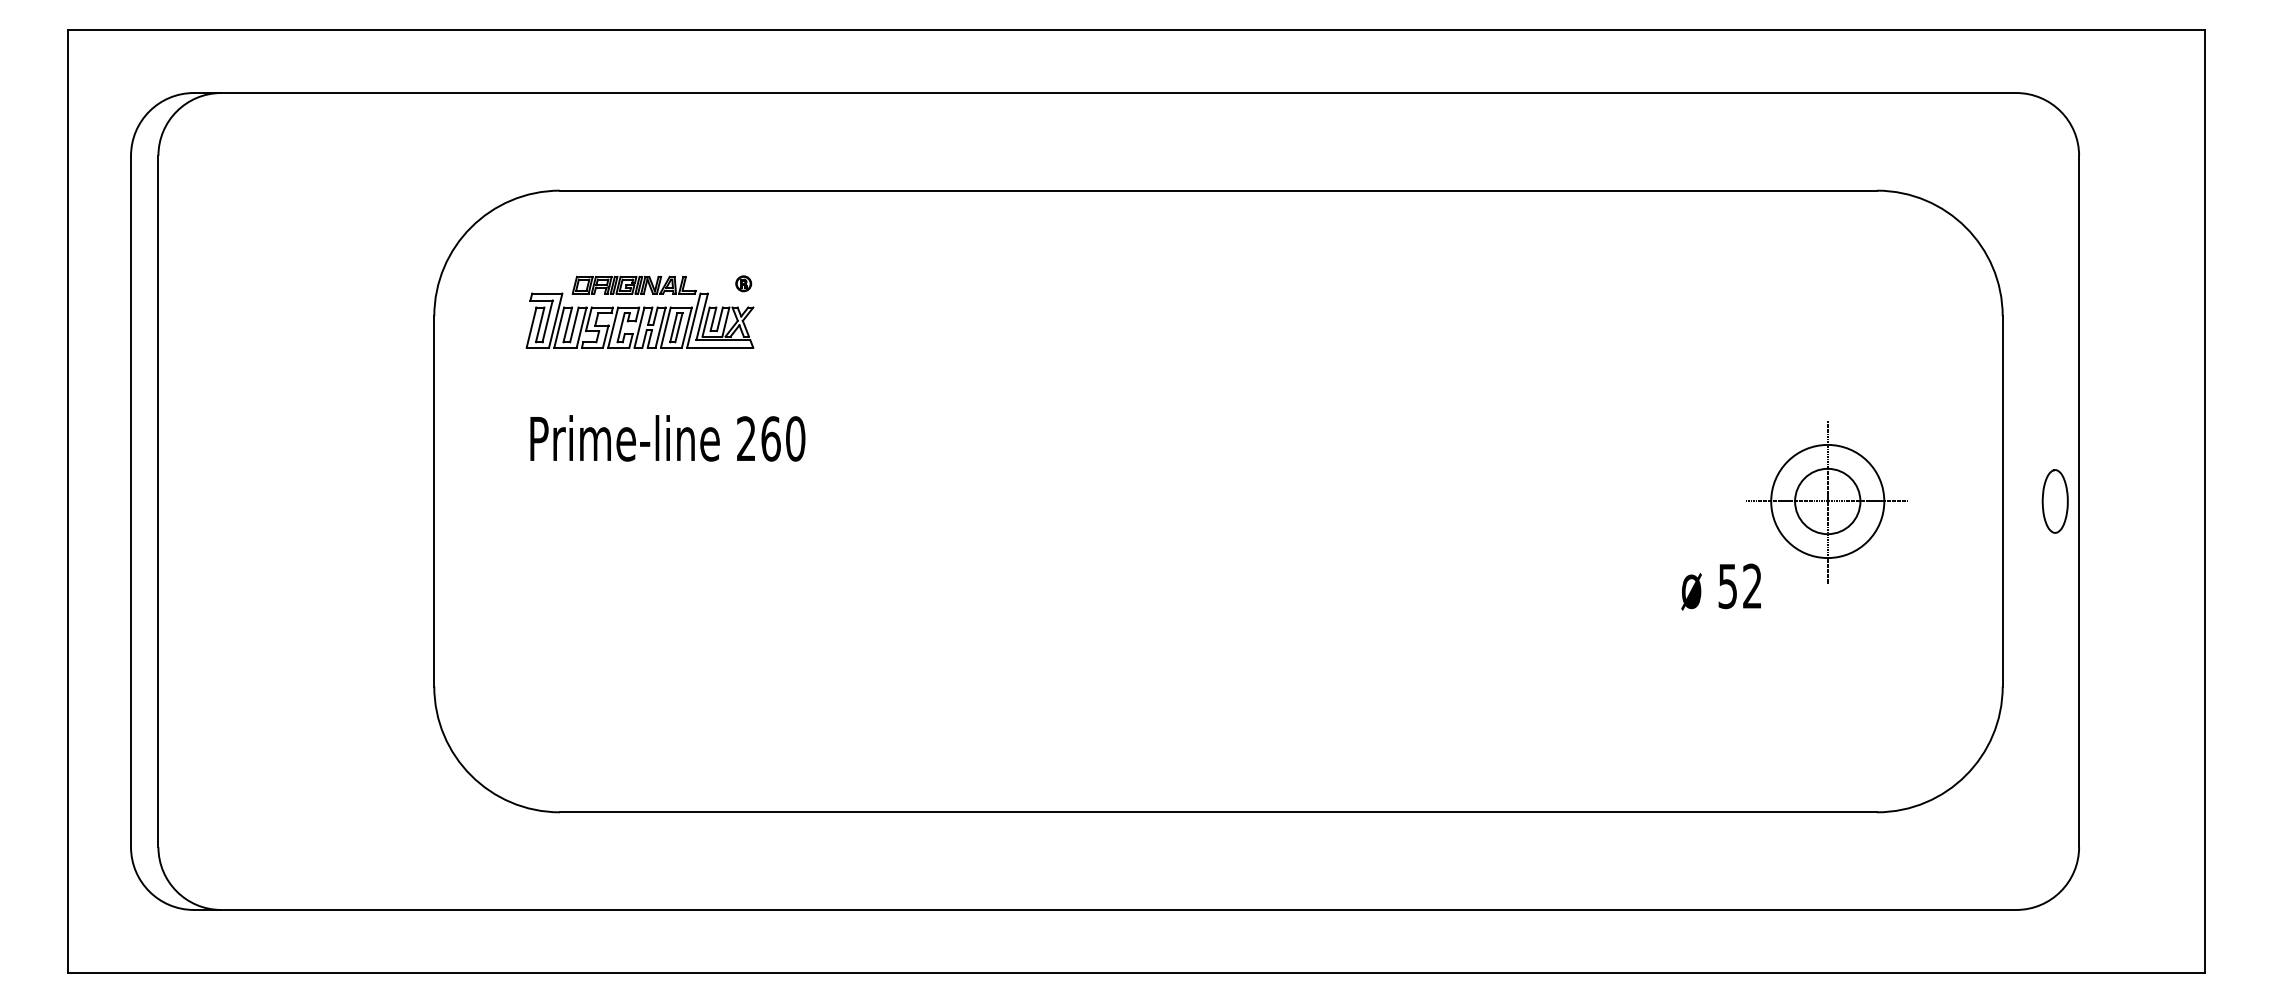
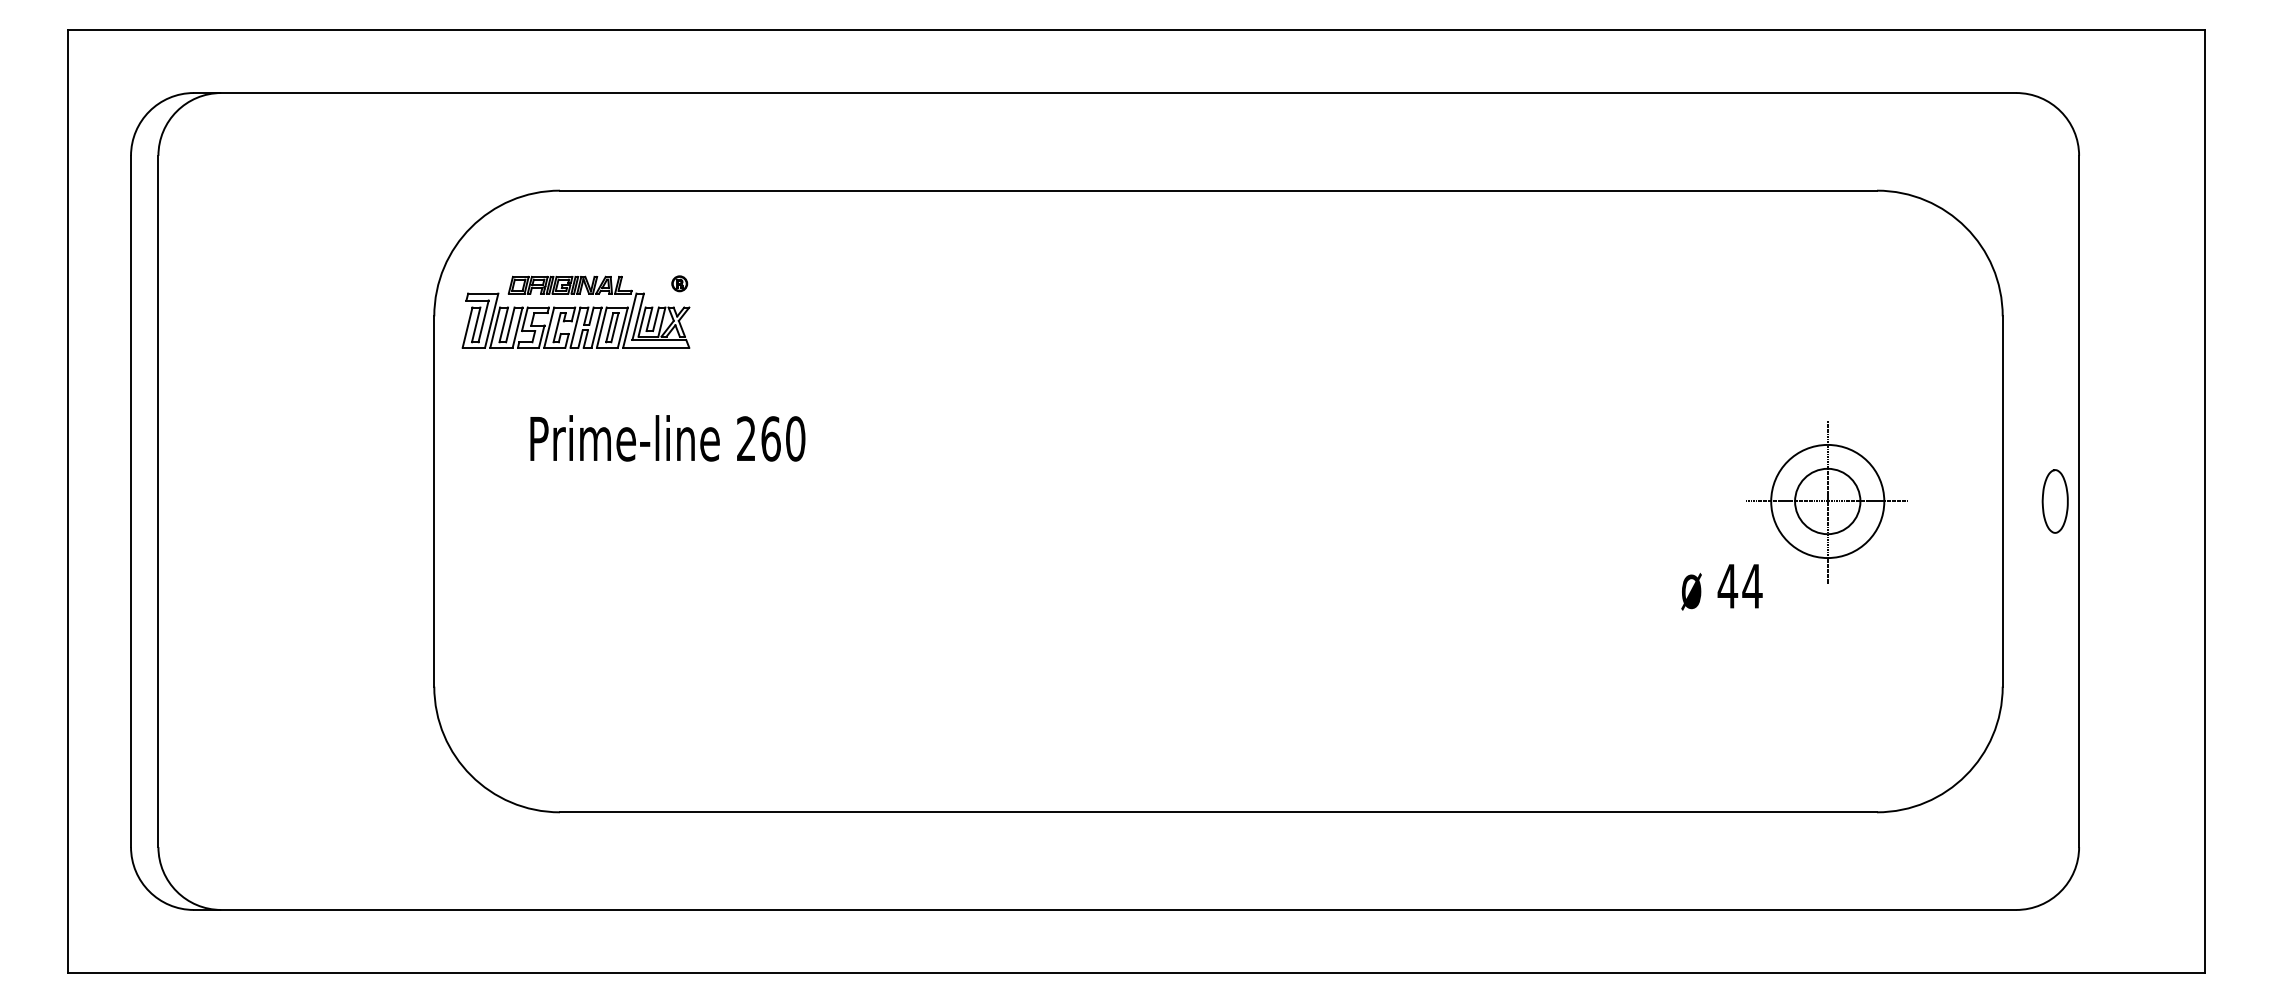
part at (639, 311) position: (639, 311) -> (575, 311)
text at (1739, 586): 52 -> 44
